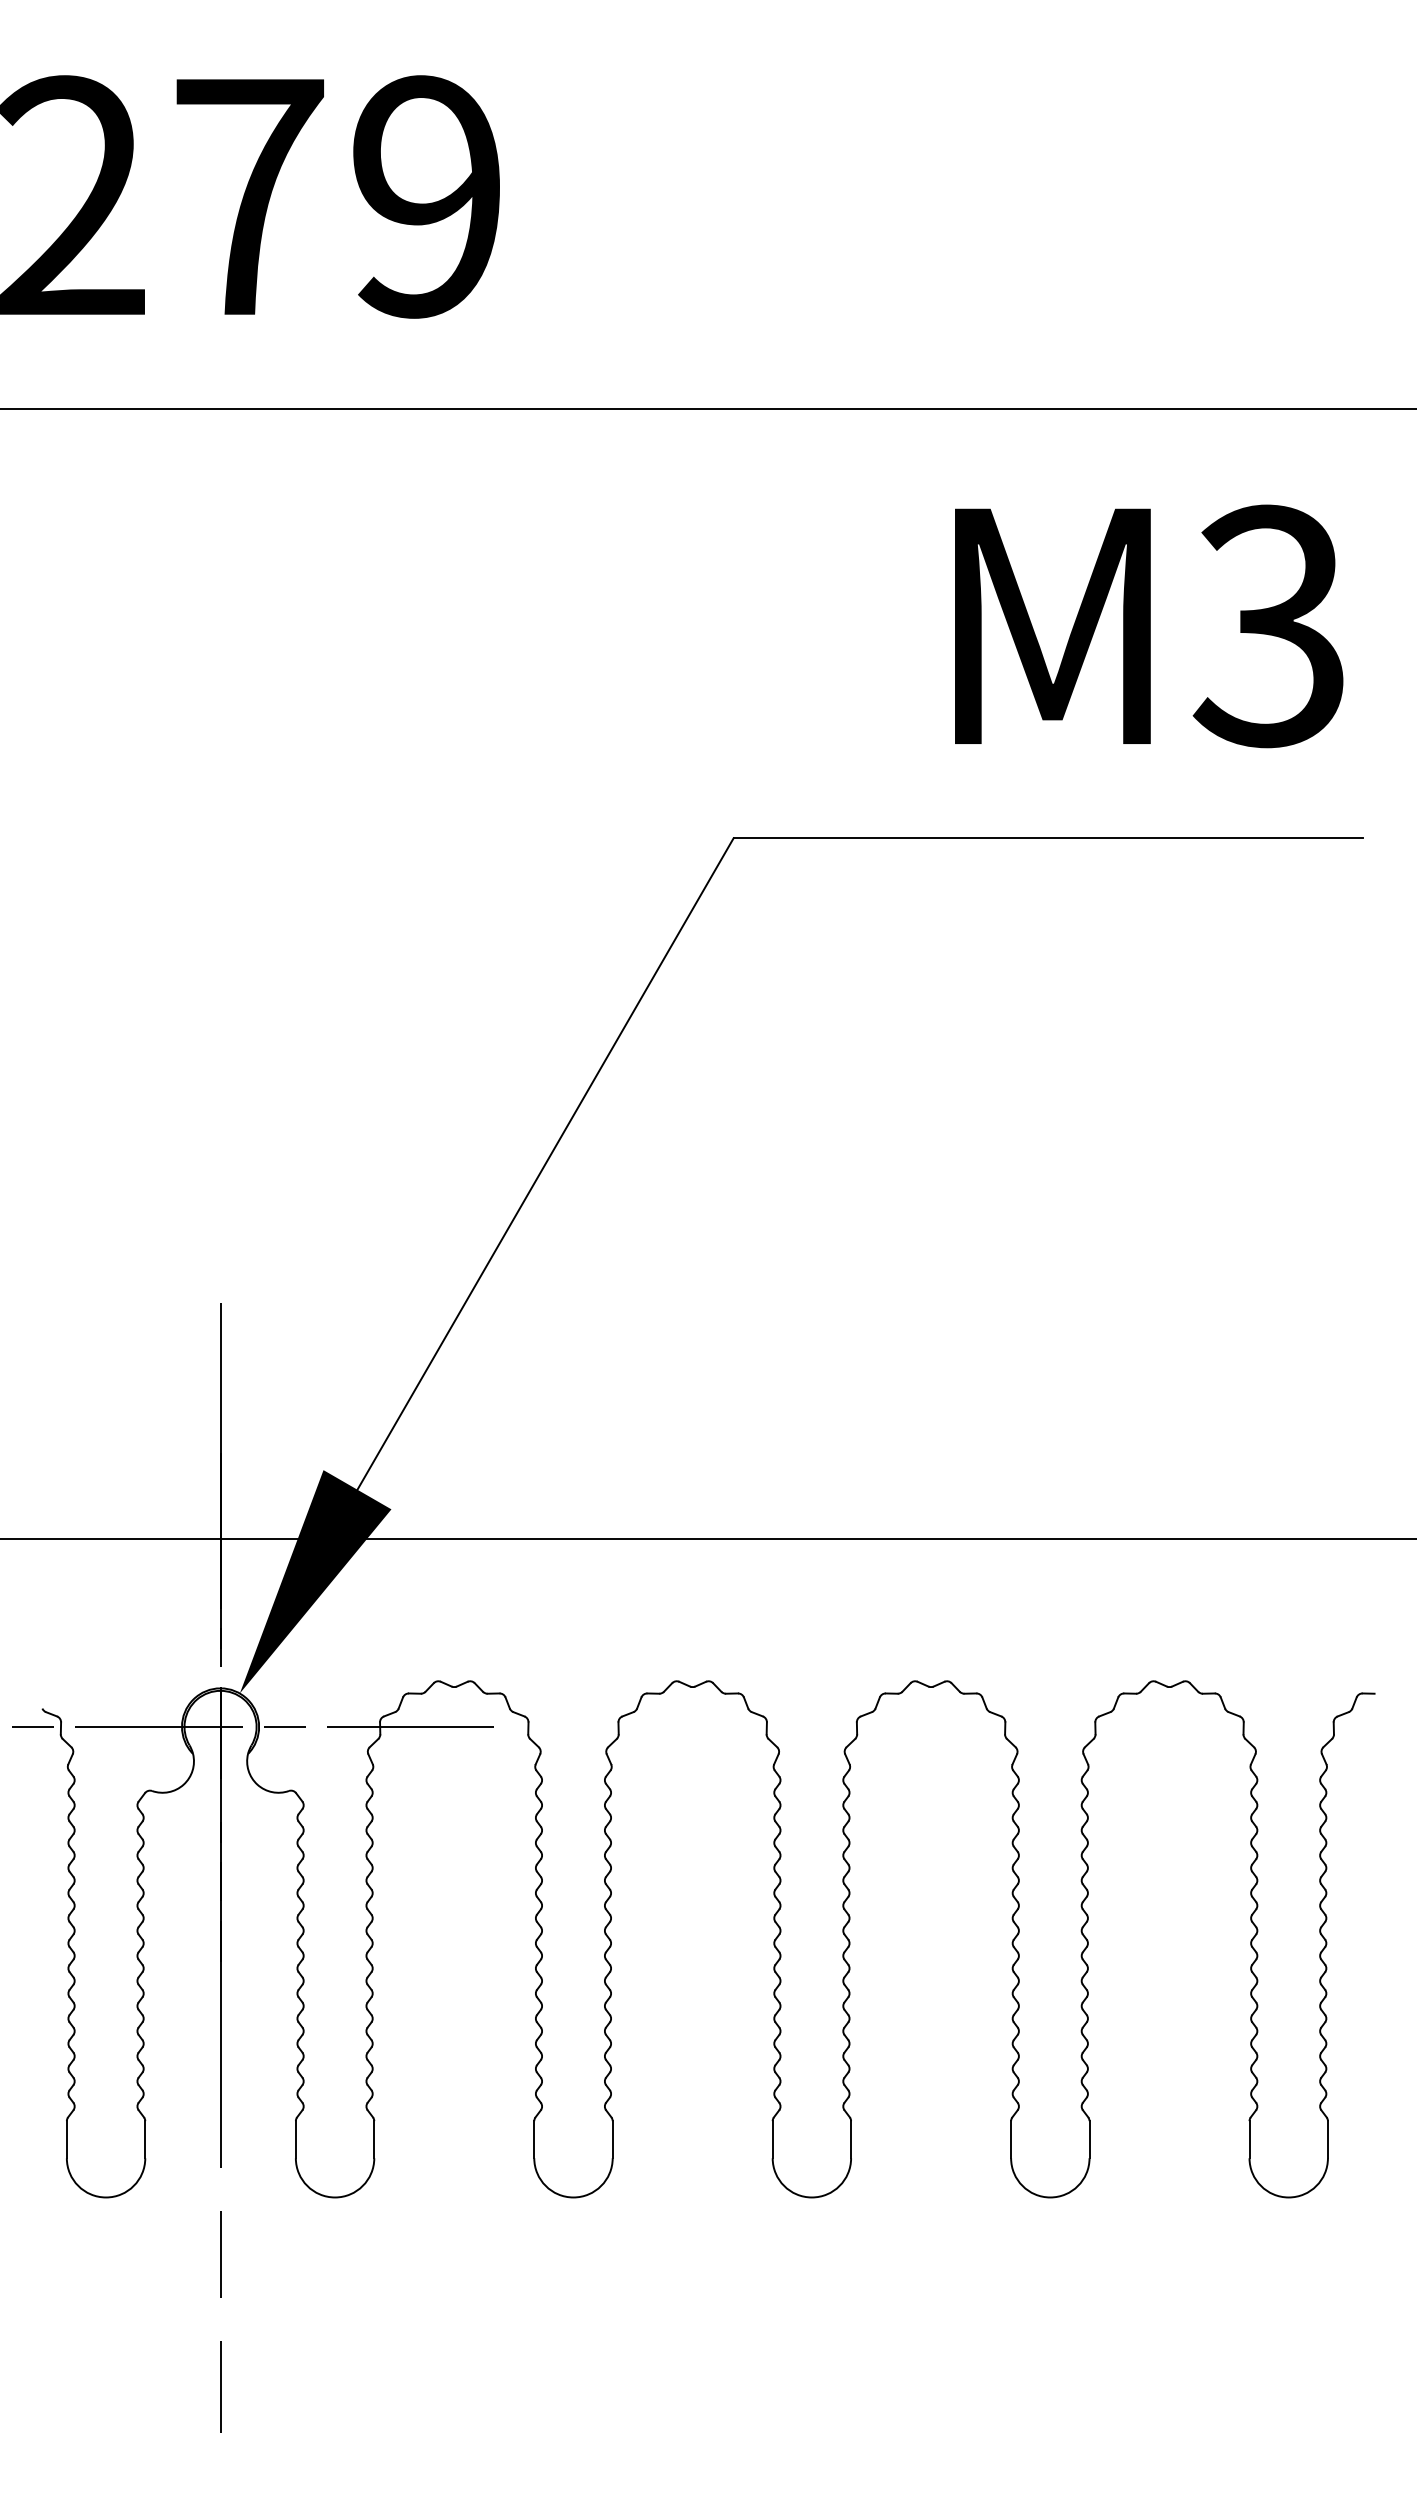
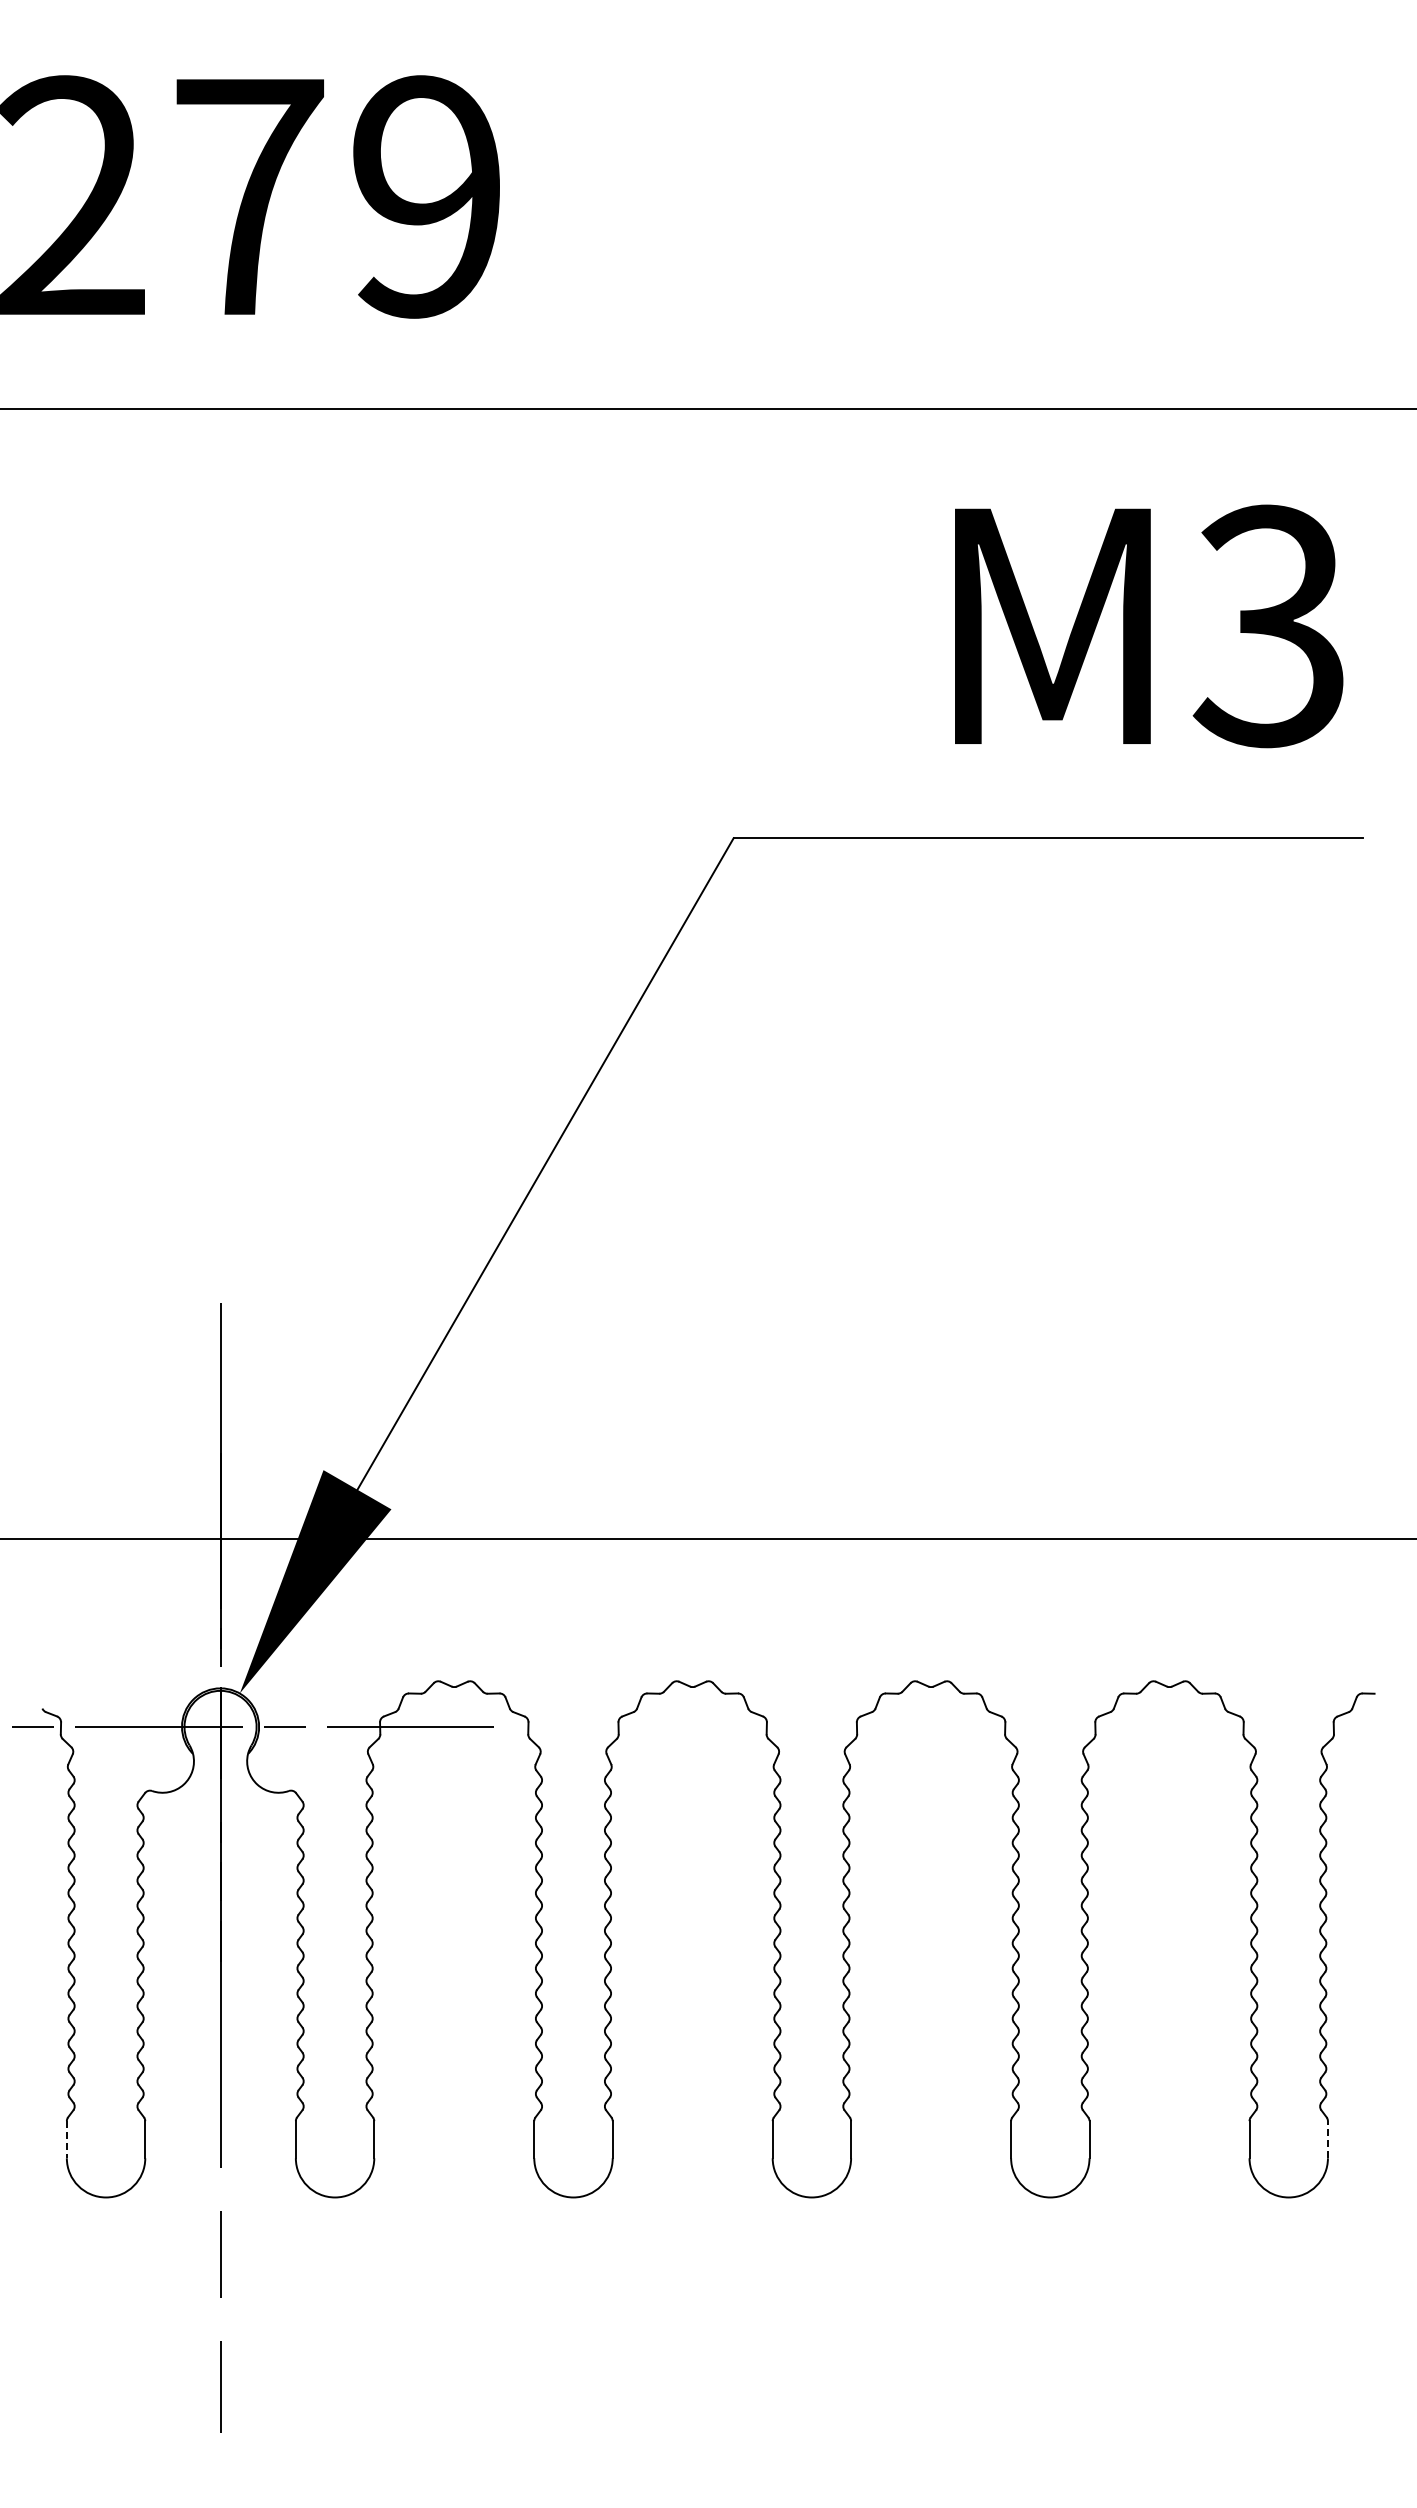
line at (66, 2139): solid -> dashed
line at (1327, 2139): solid -> dashed
